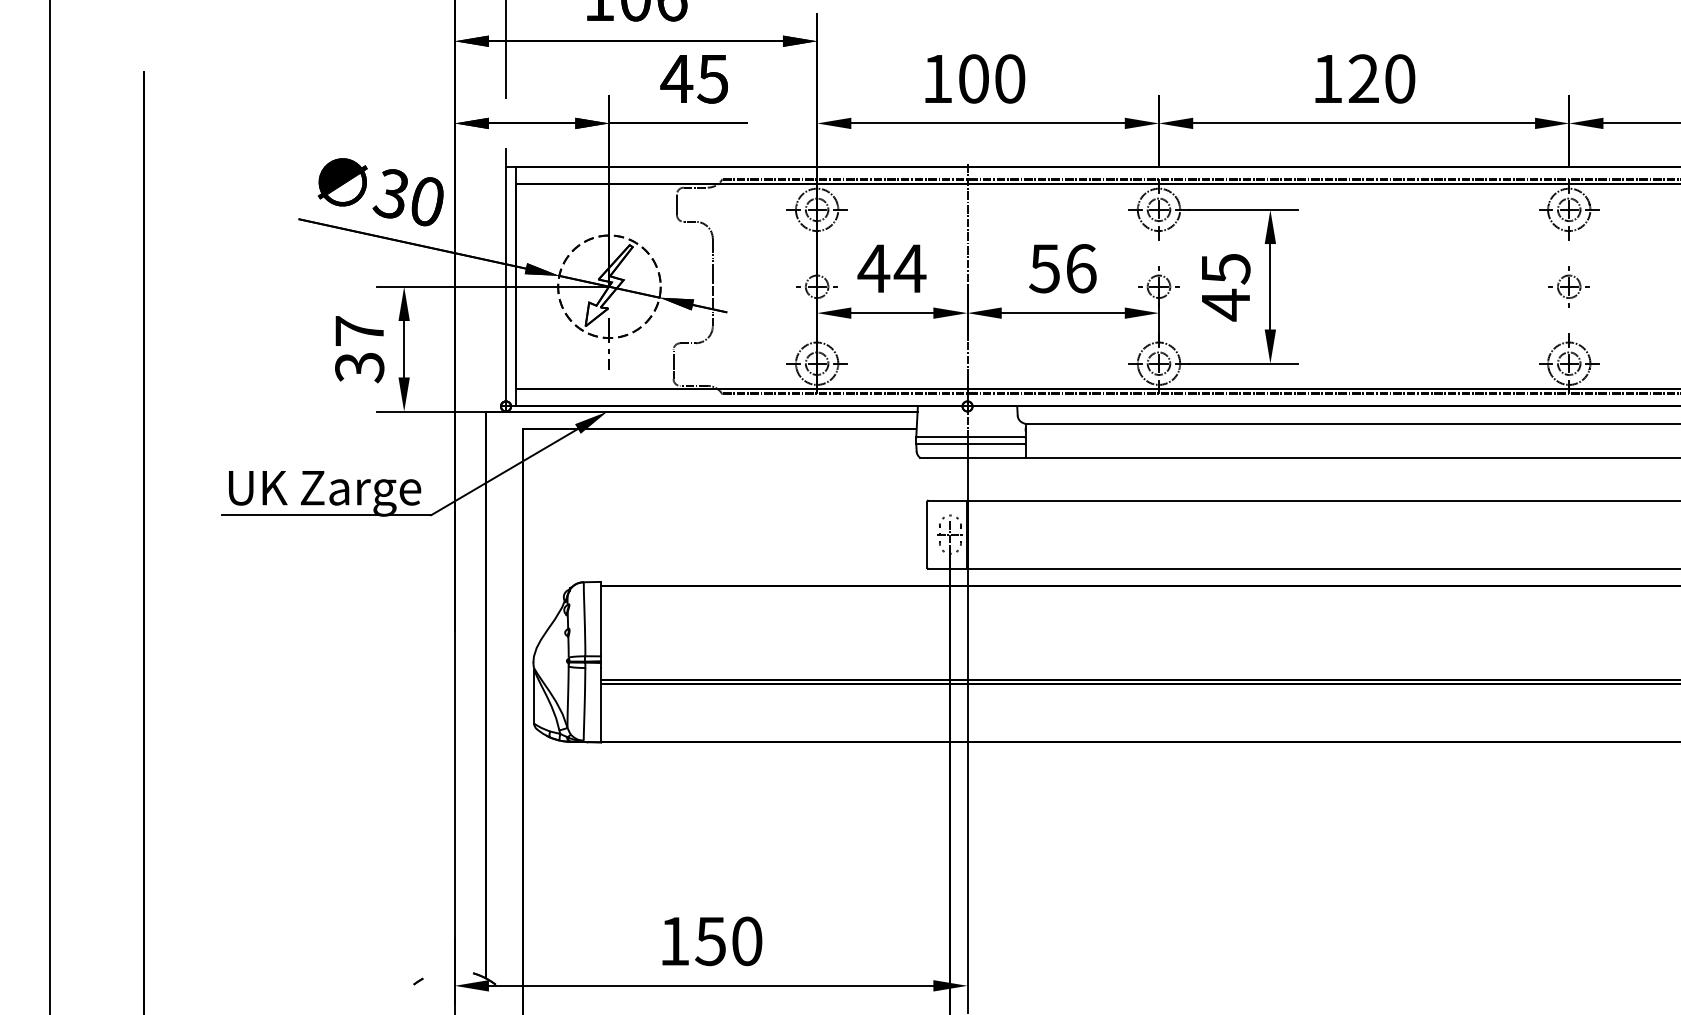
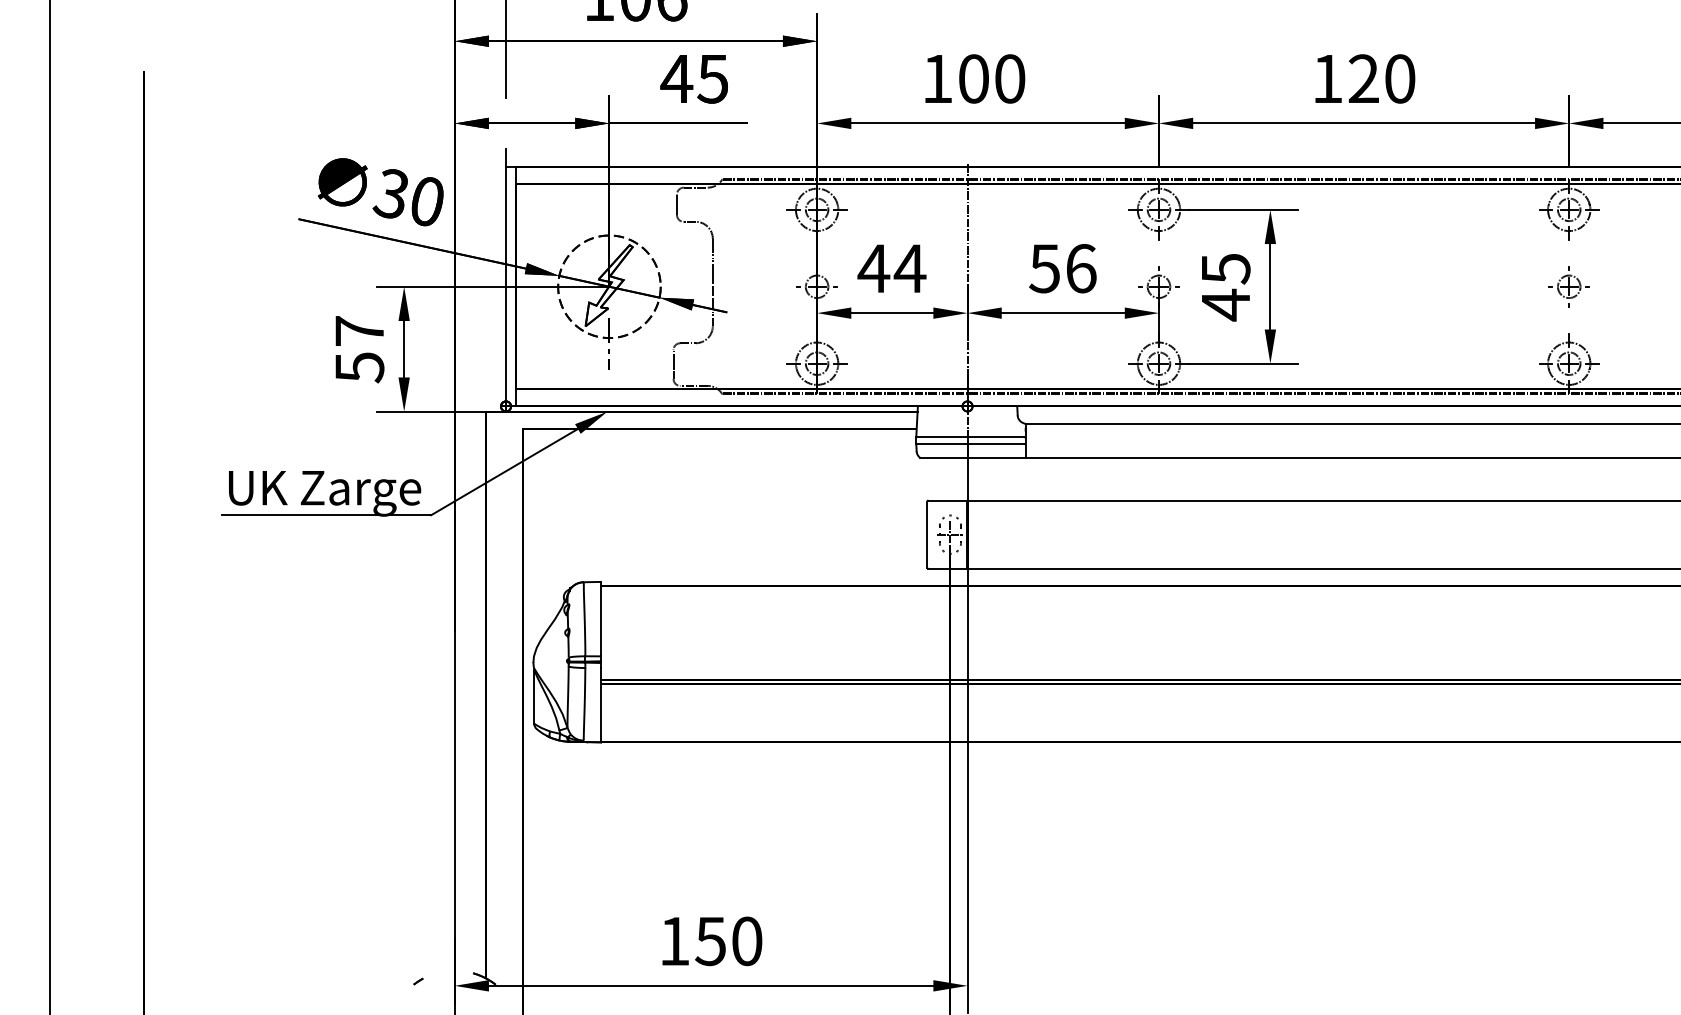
text at (359, 367): 37 -> 57
